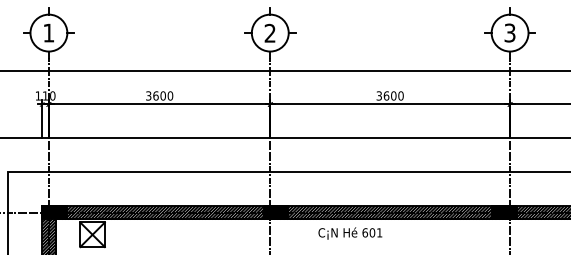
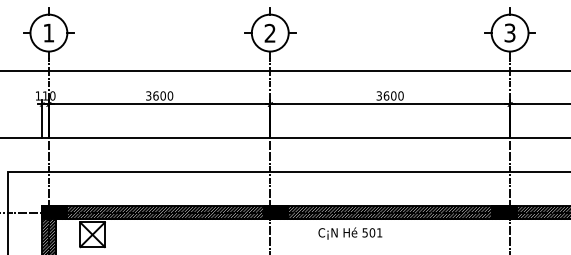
text at (365, 232): 601 -> 501
